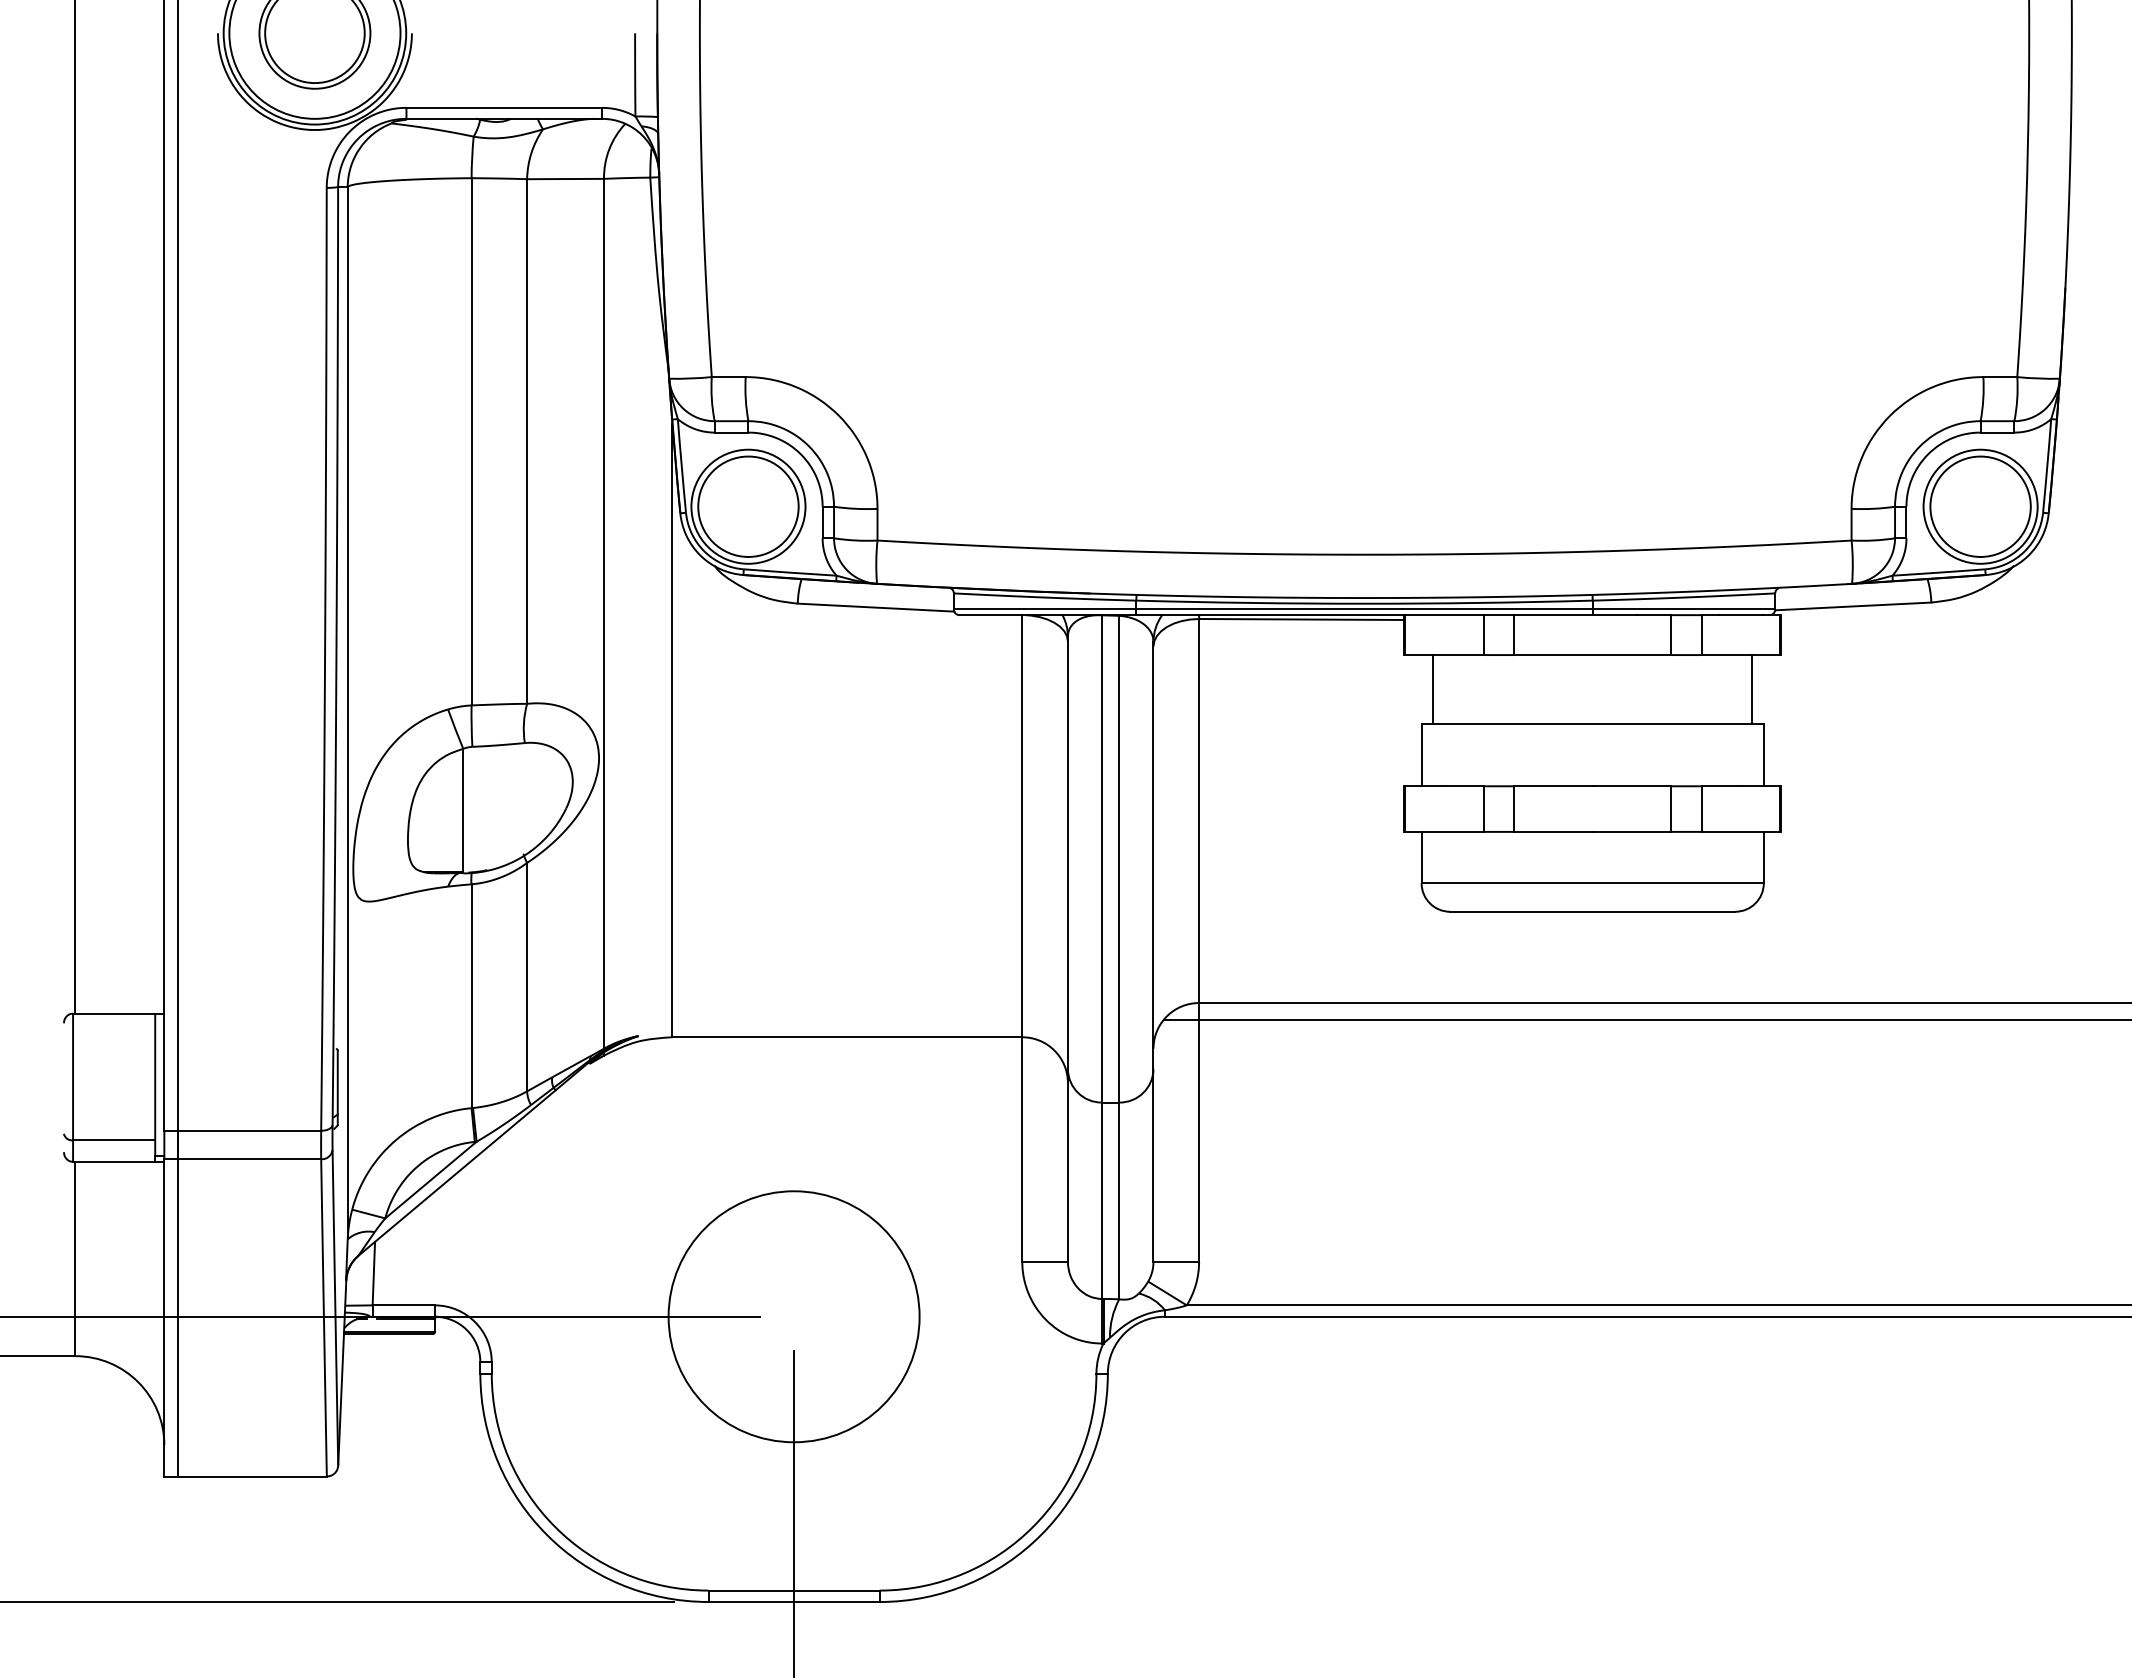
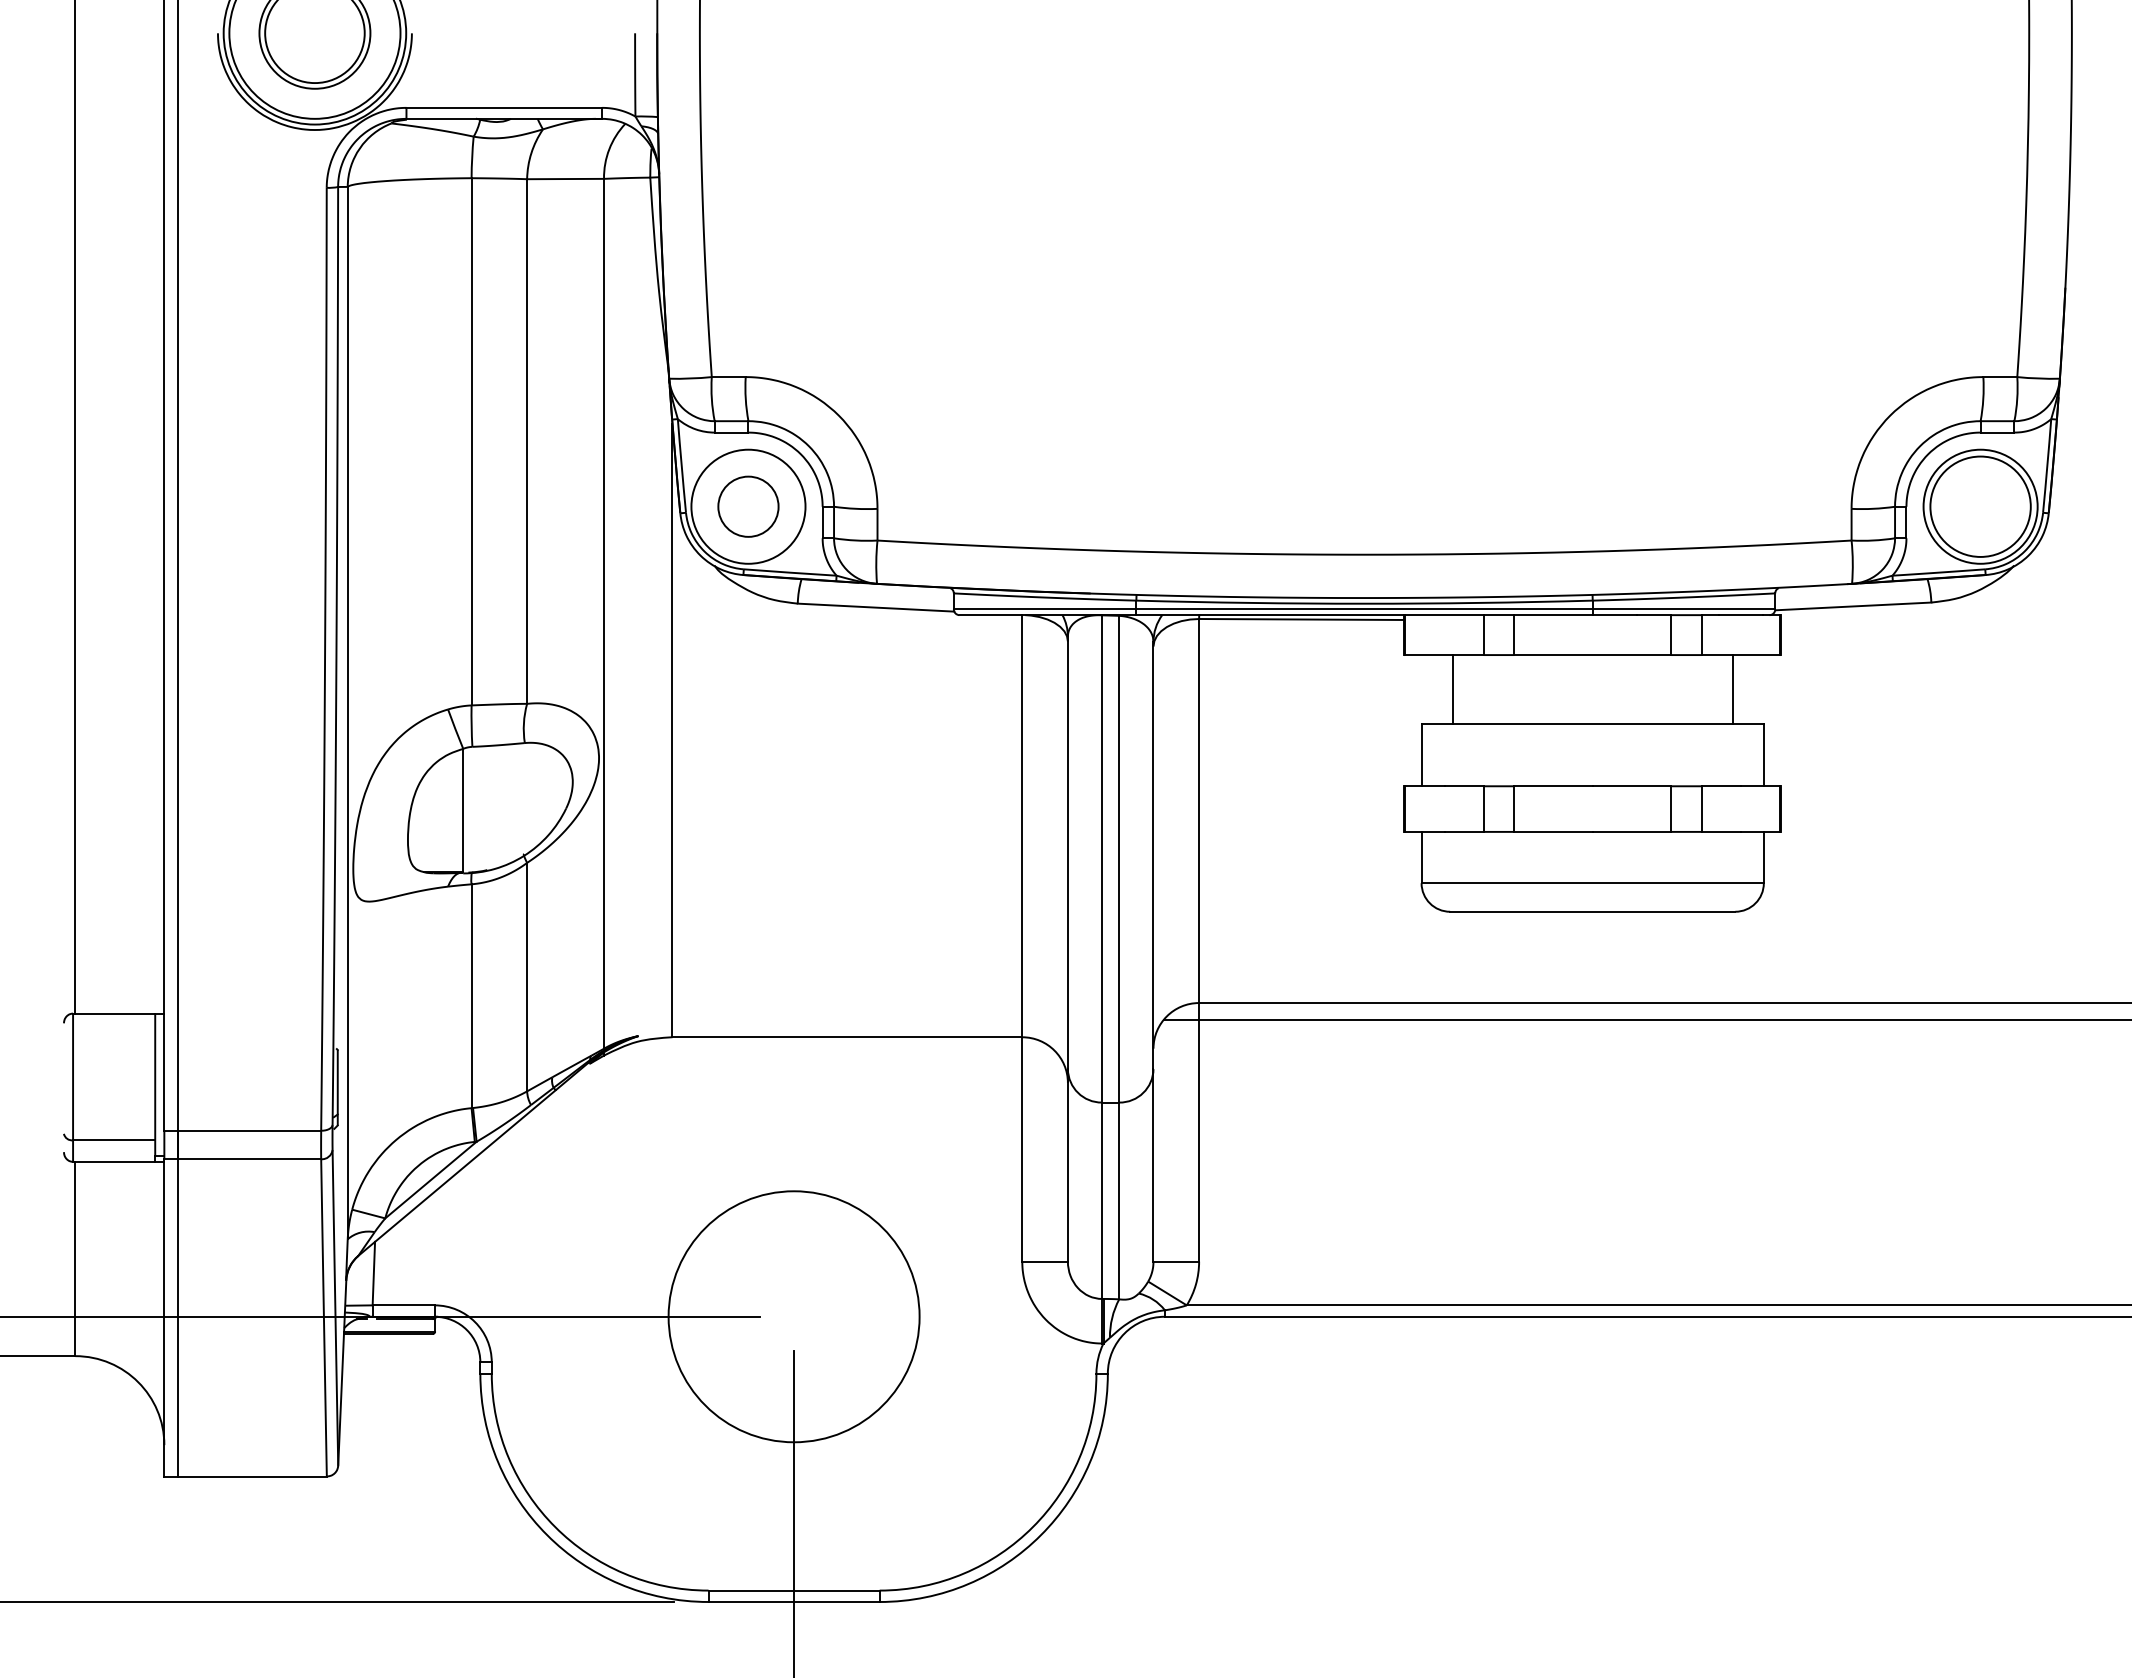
circle at (748, 506) diameter: 100 px -> 60 px
line at (1432, 689) position: (1432, 689) -> (1452, 689)
line at (1752, 689) position: (1752, 689) -> (1733, 689)
